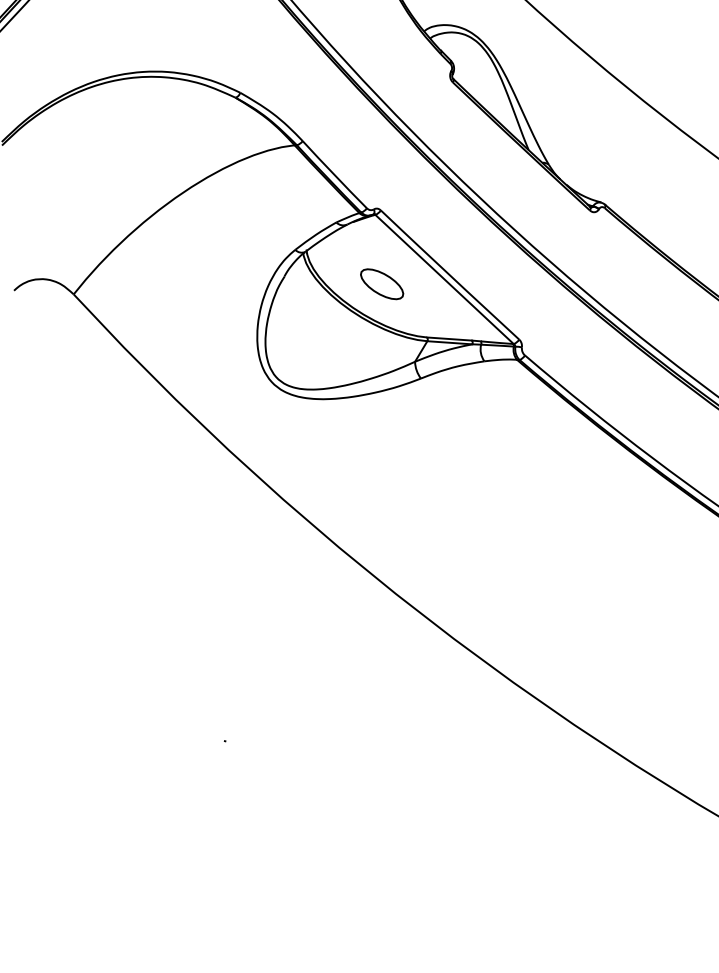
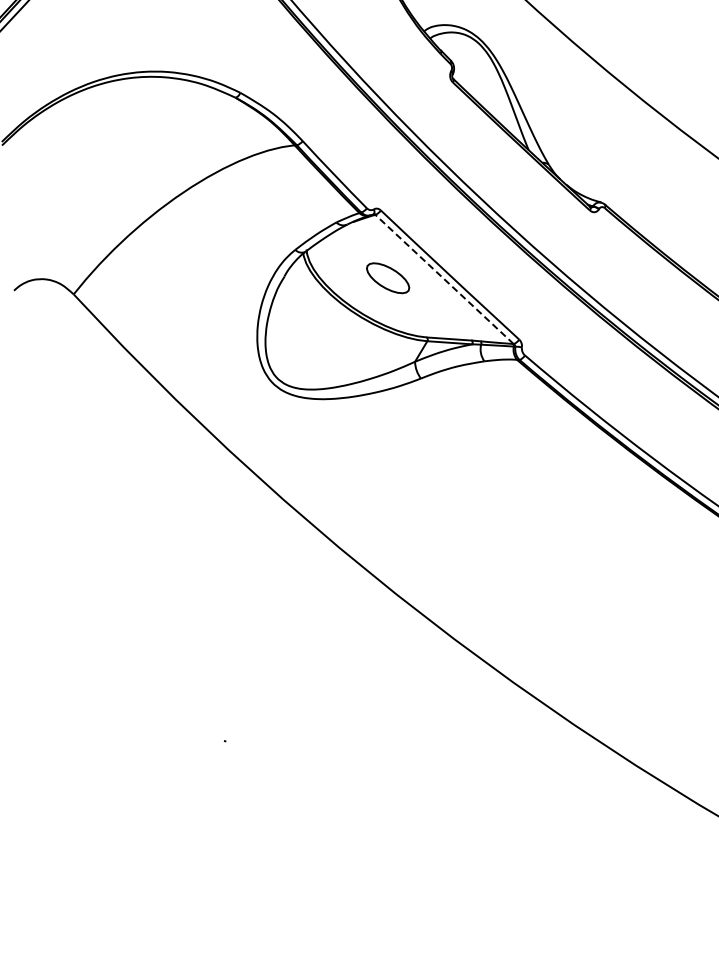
line at (444, 279): solid -> dashed
part at (382, 284) position: (382, 284) -> (388, 278)
